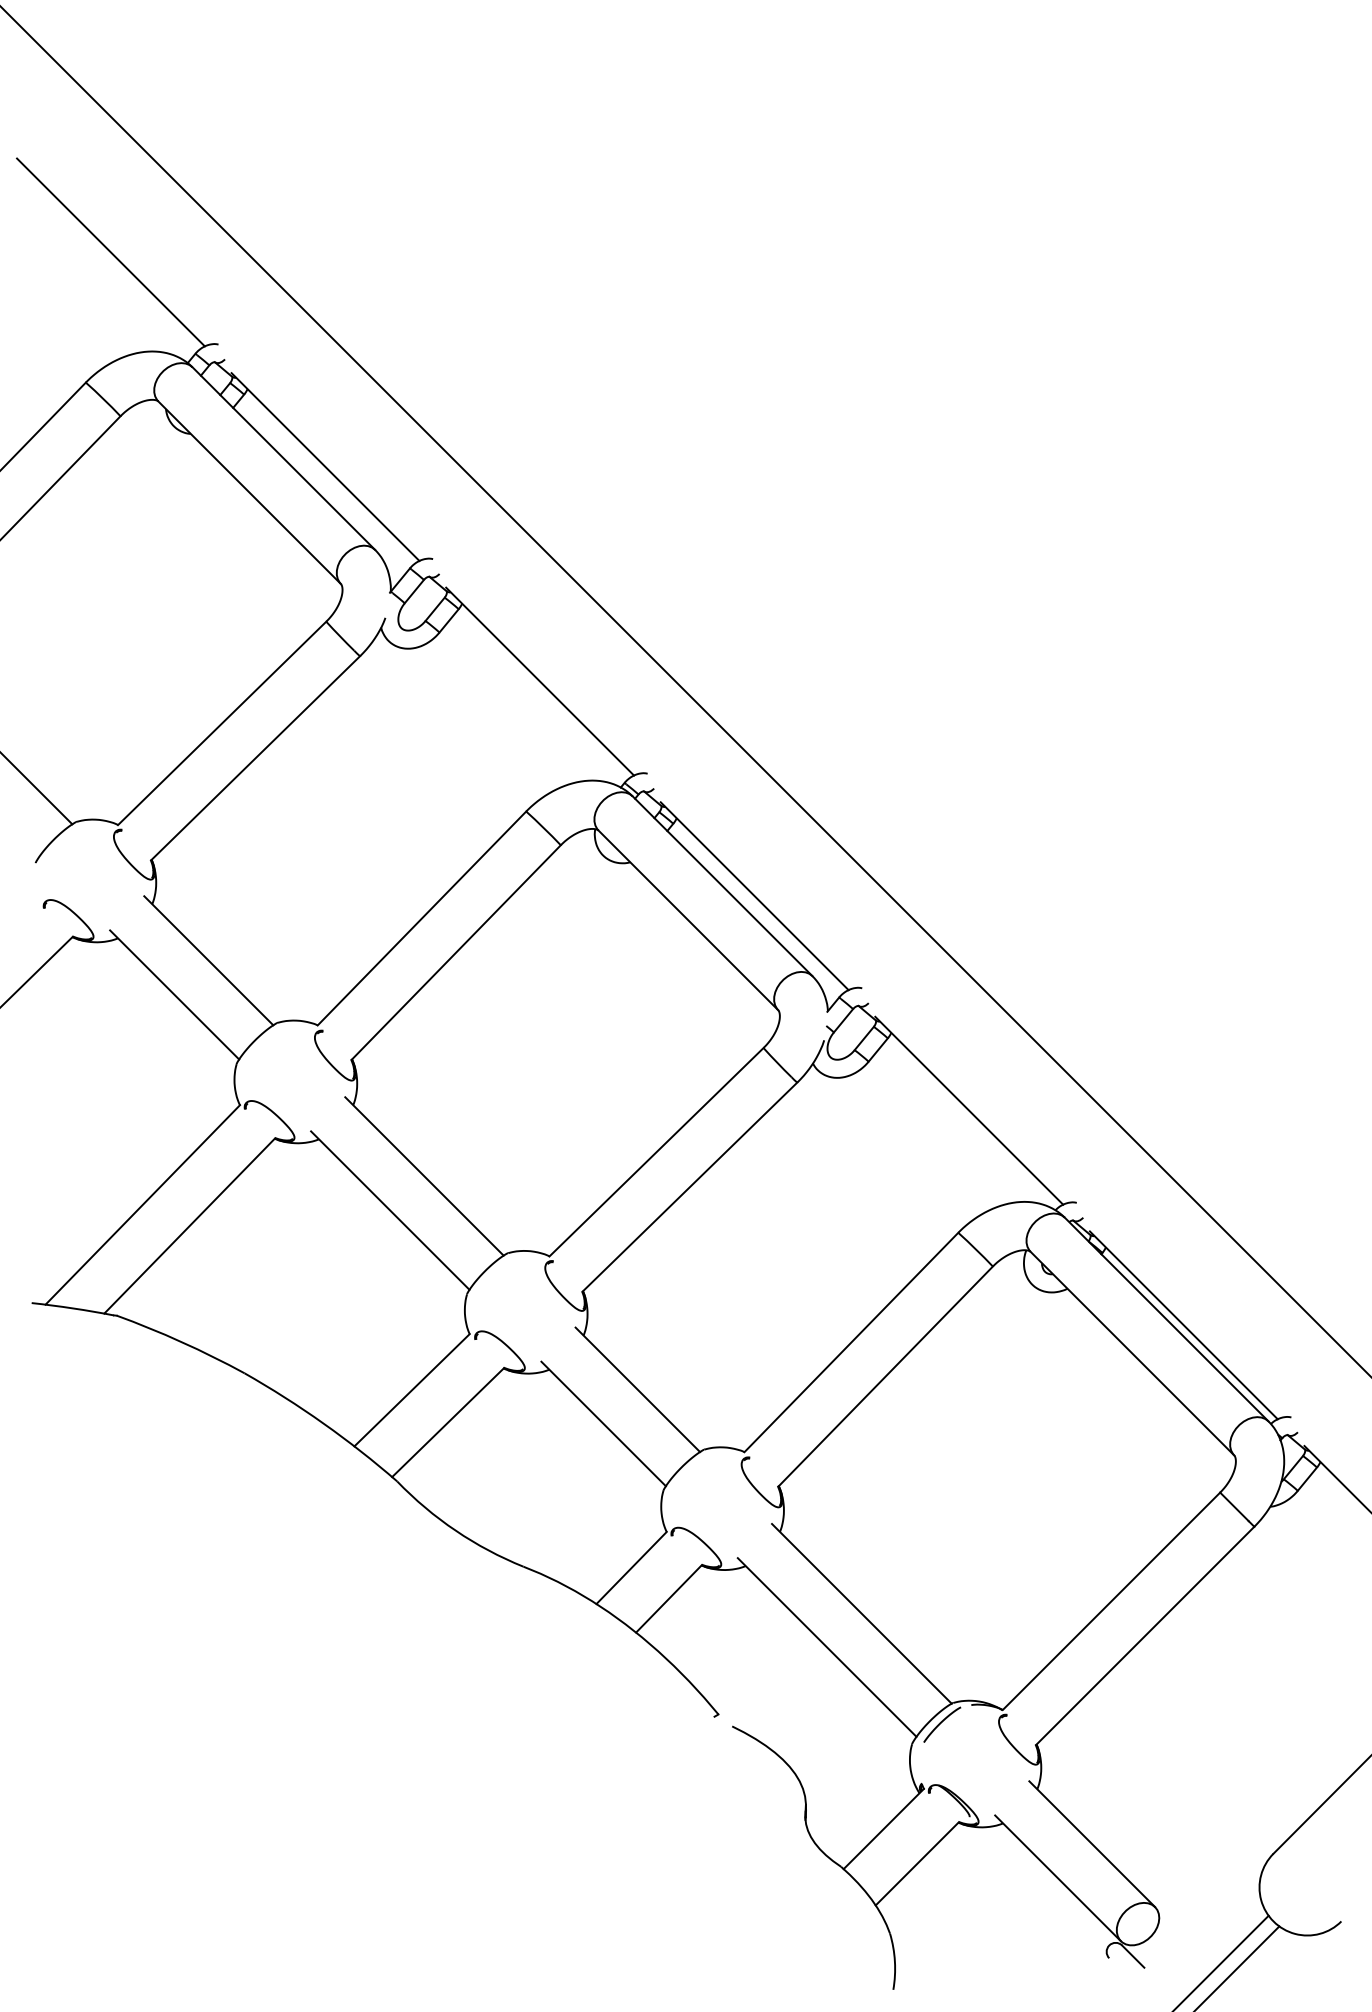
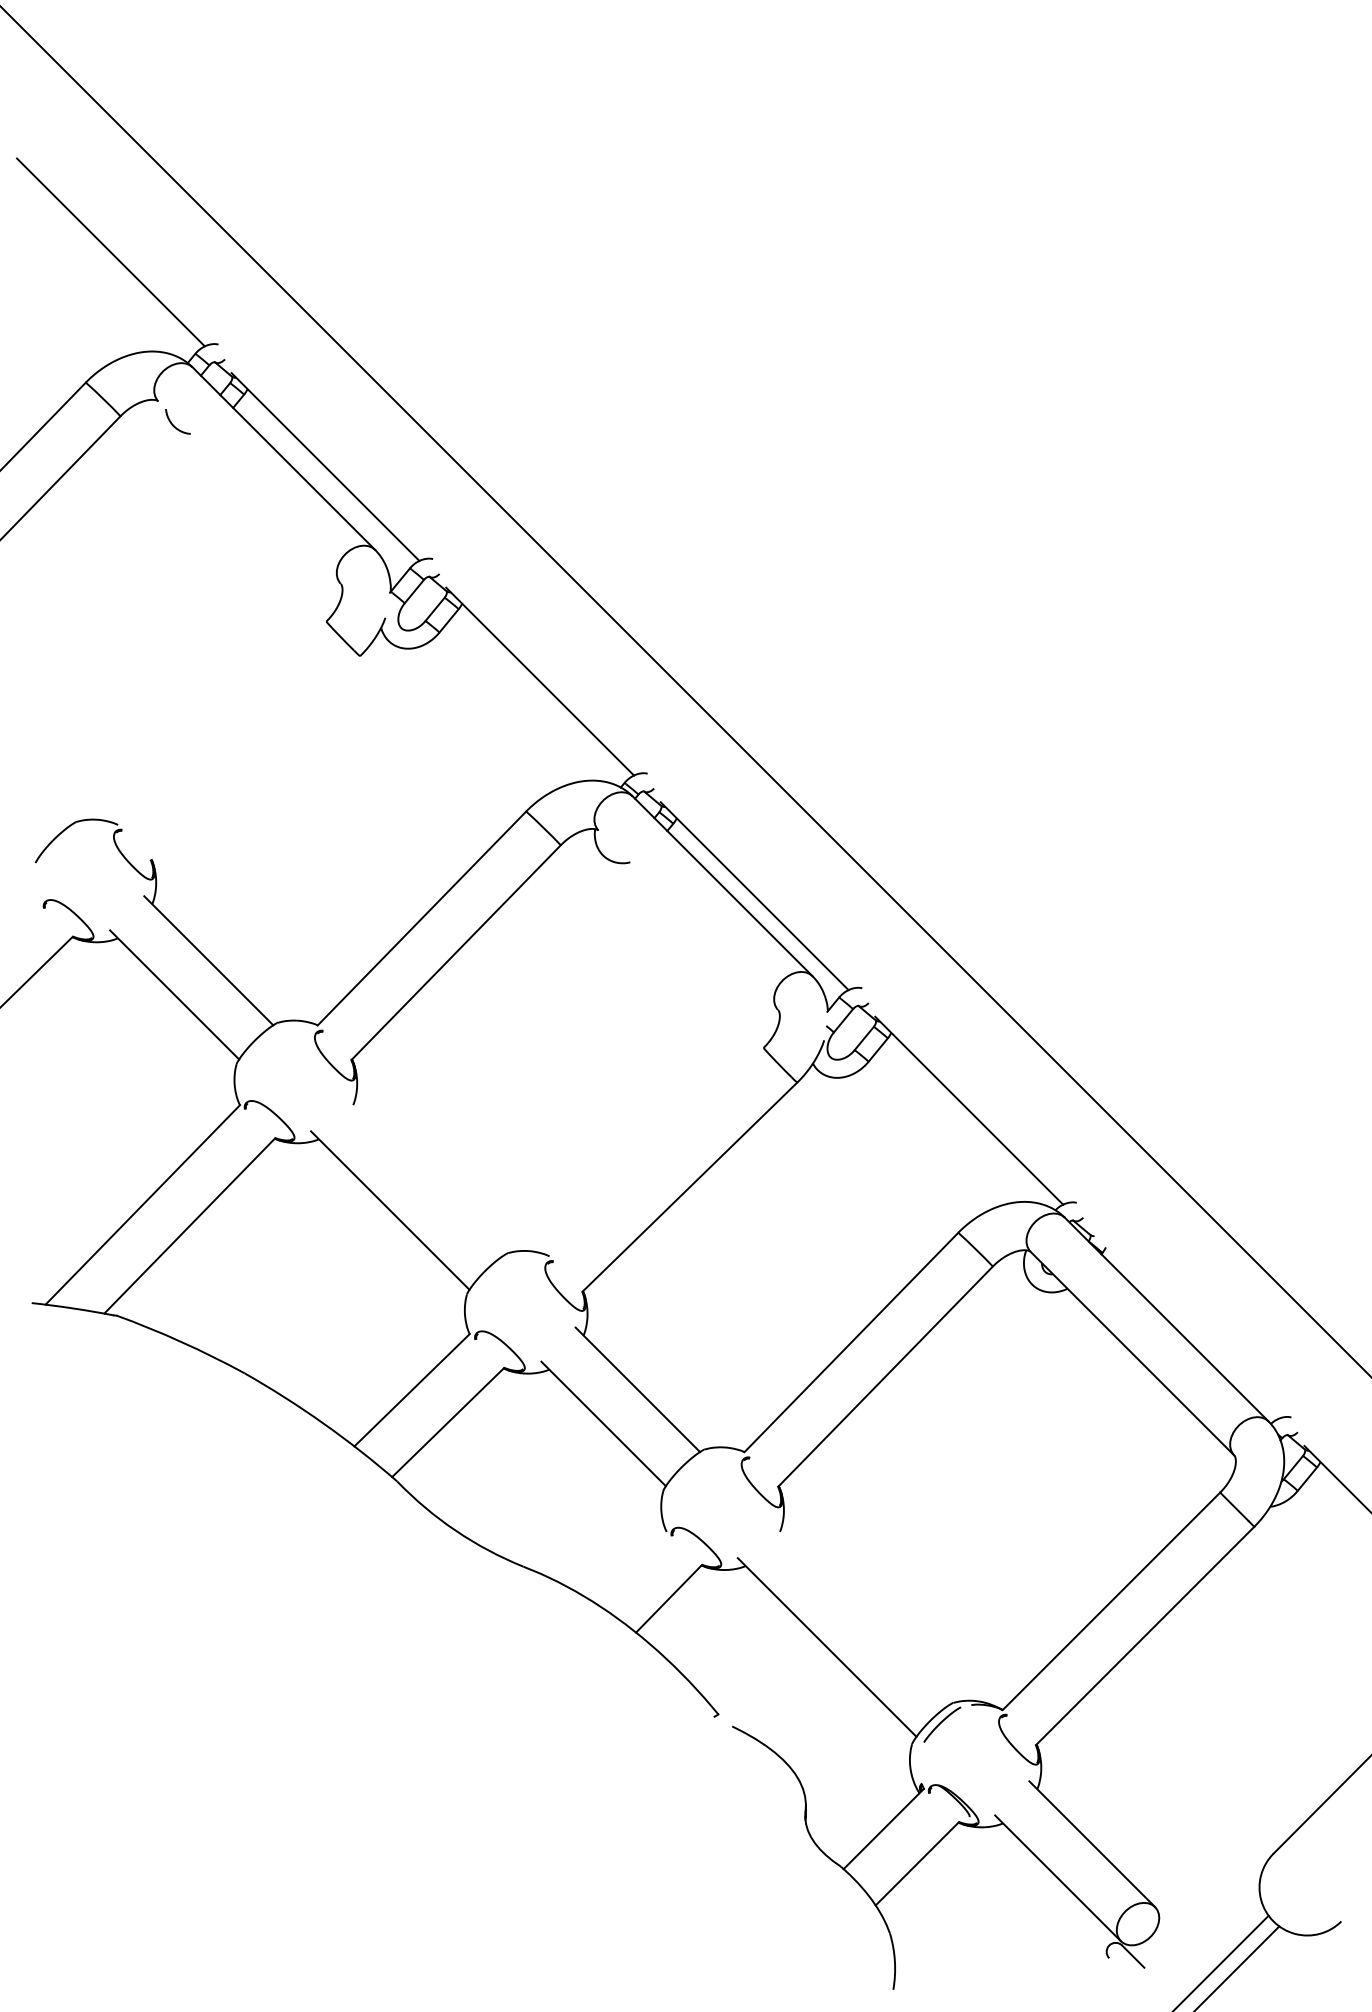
line at (249, 492): present -> none
line at (222, 723): present -> none
line at (255, 757): present -> none
line at (37, 789): present -> none
line at (688, 920): present -> none
line at (656, 1152): present -> none
line at (424, 1176): present -> none
line at (1183, 1325): present -> none
line at (631, 1567): present -> none
line at (861, 1613): present -> none
